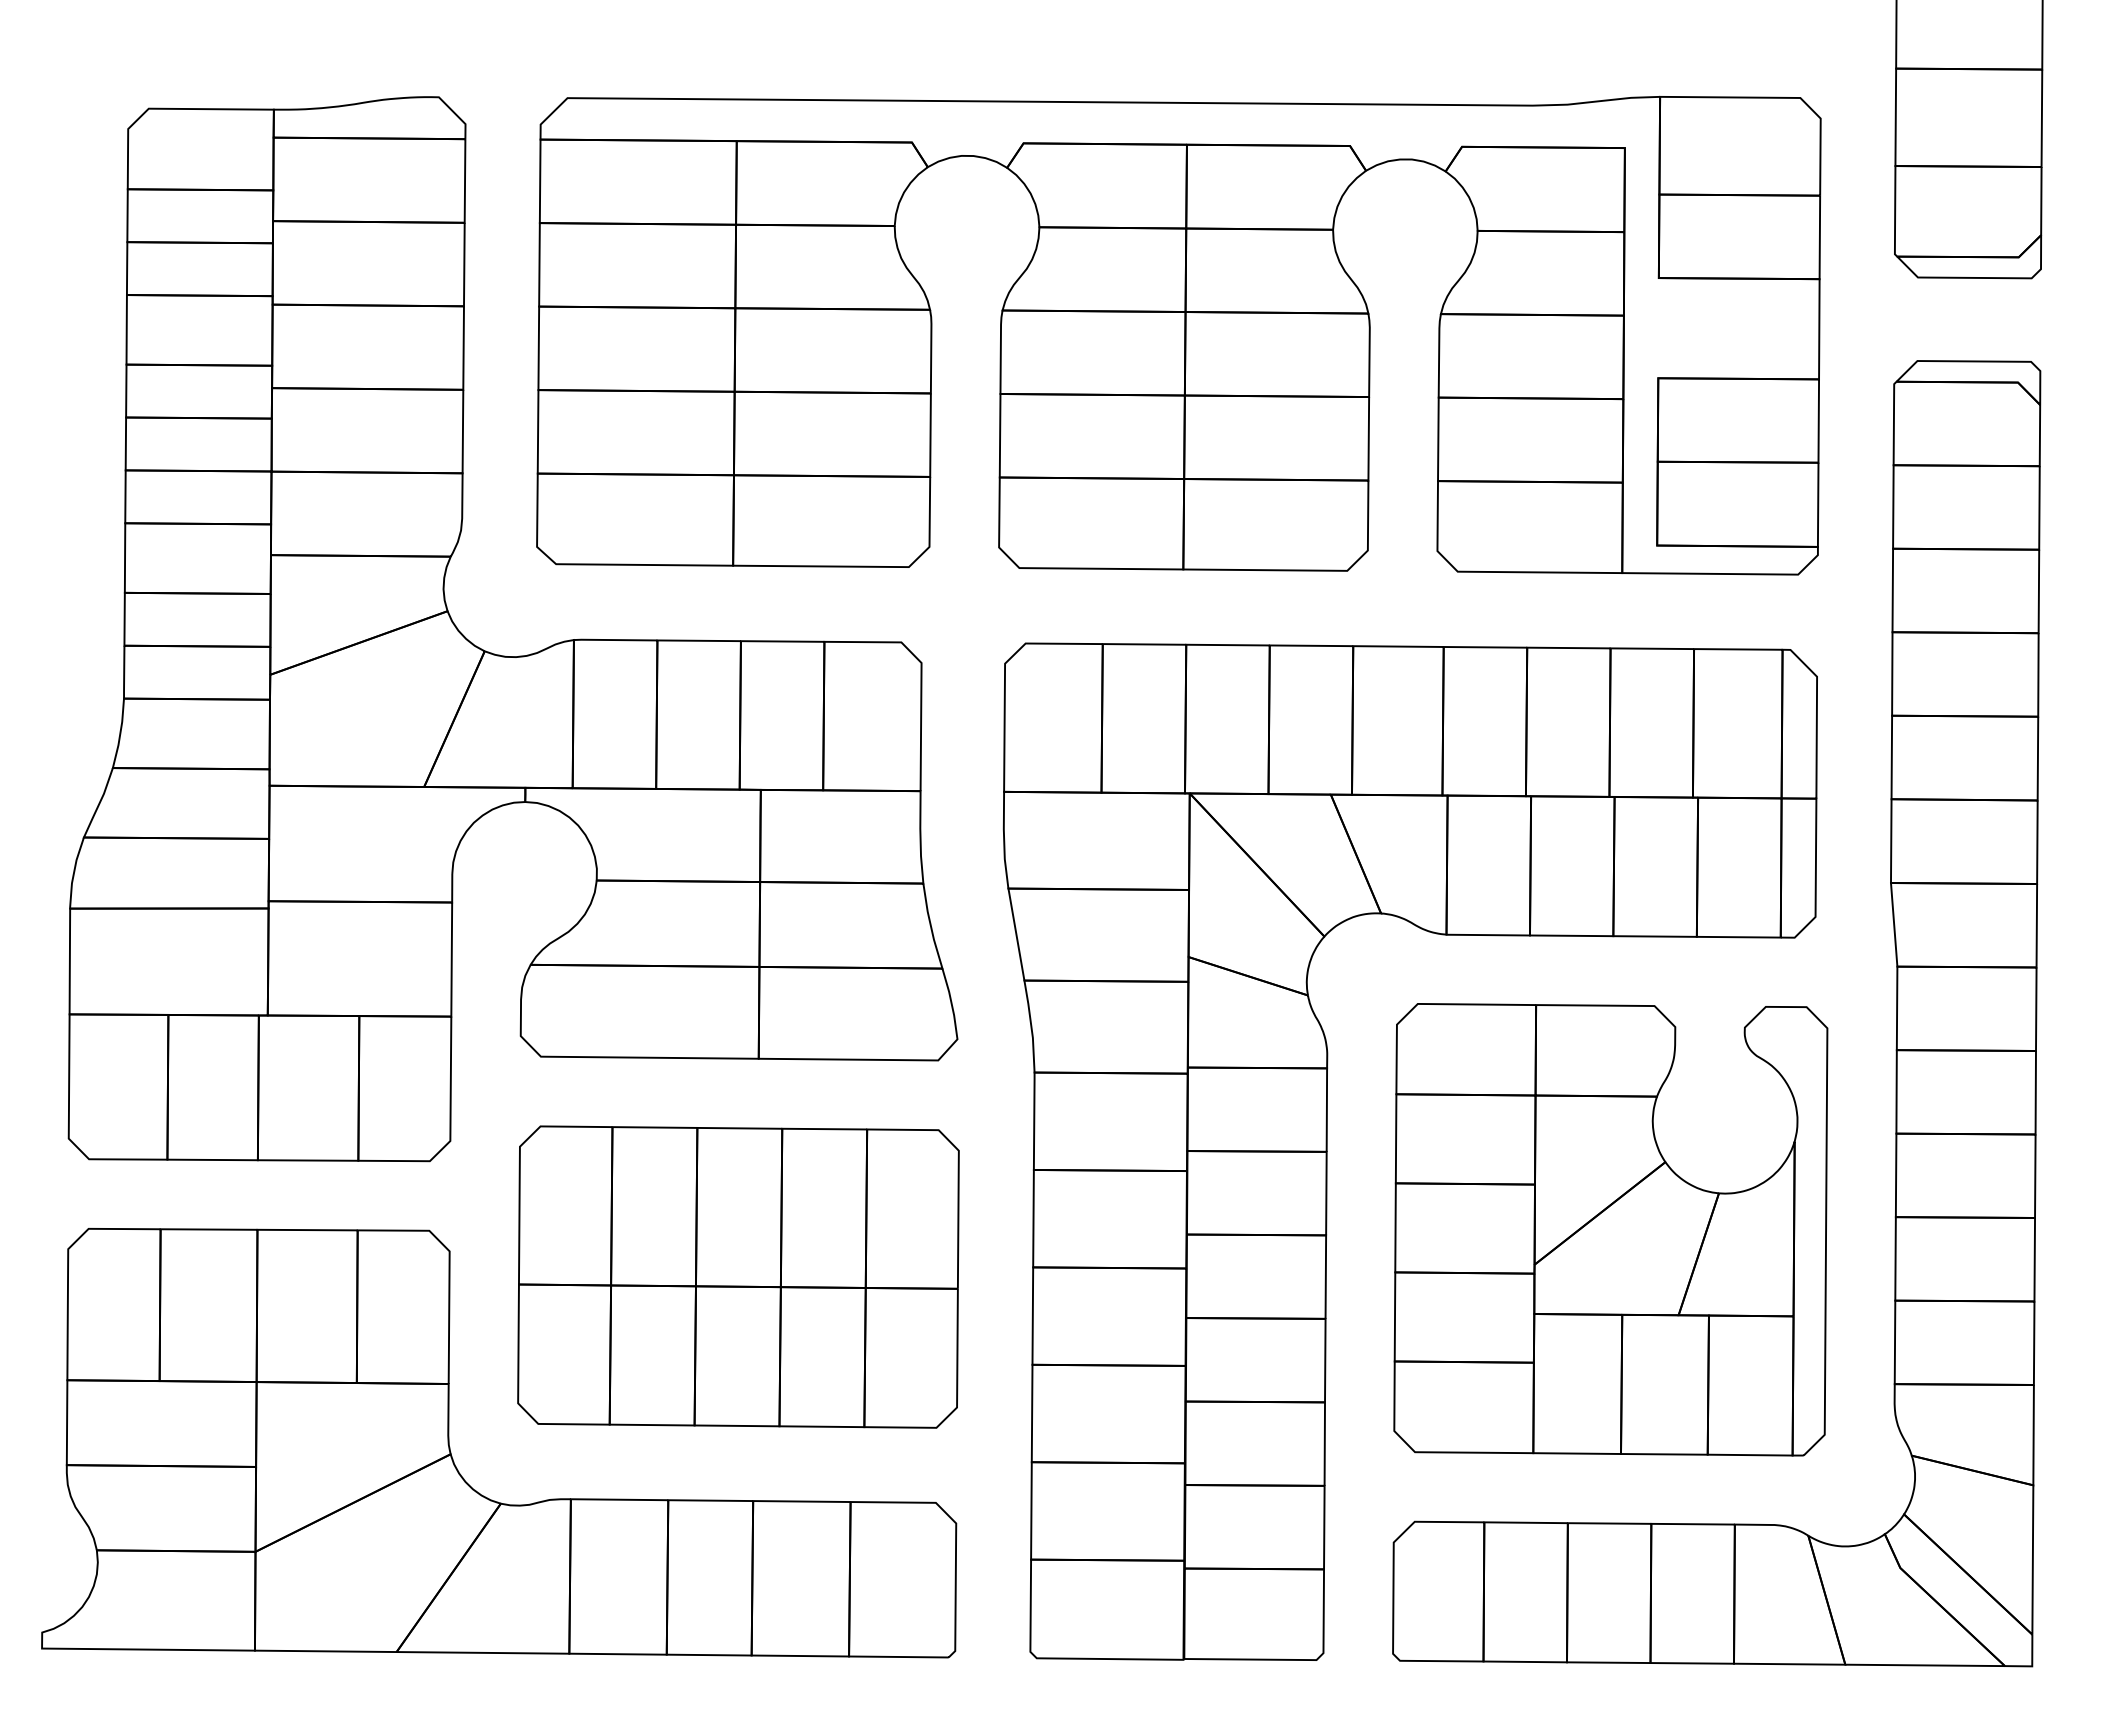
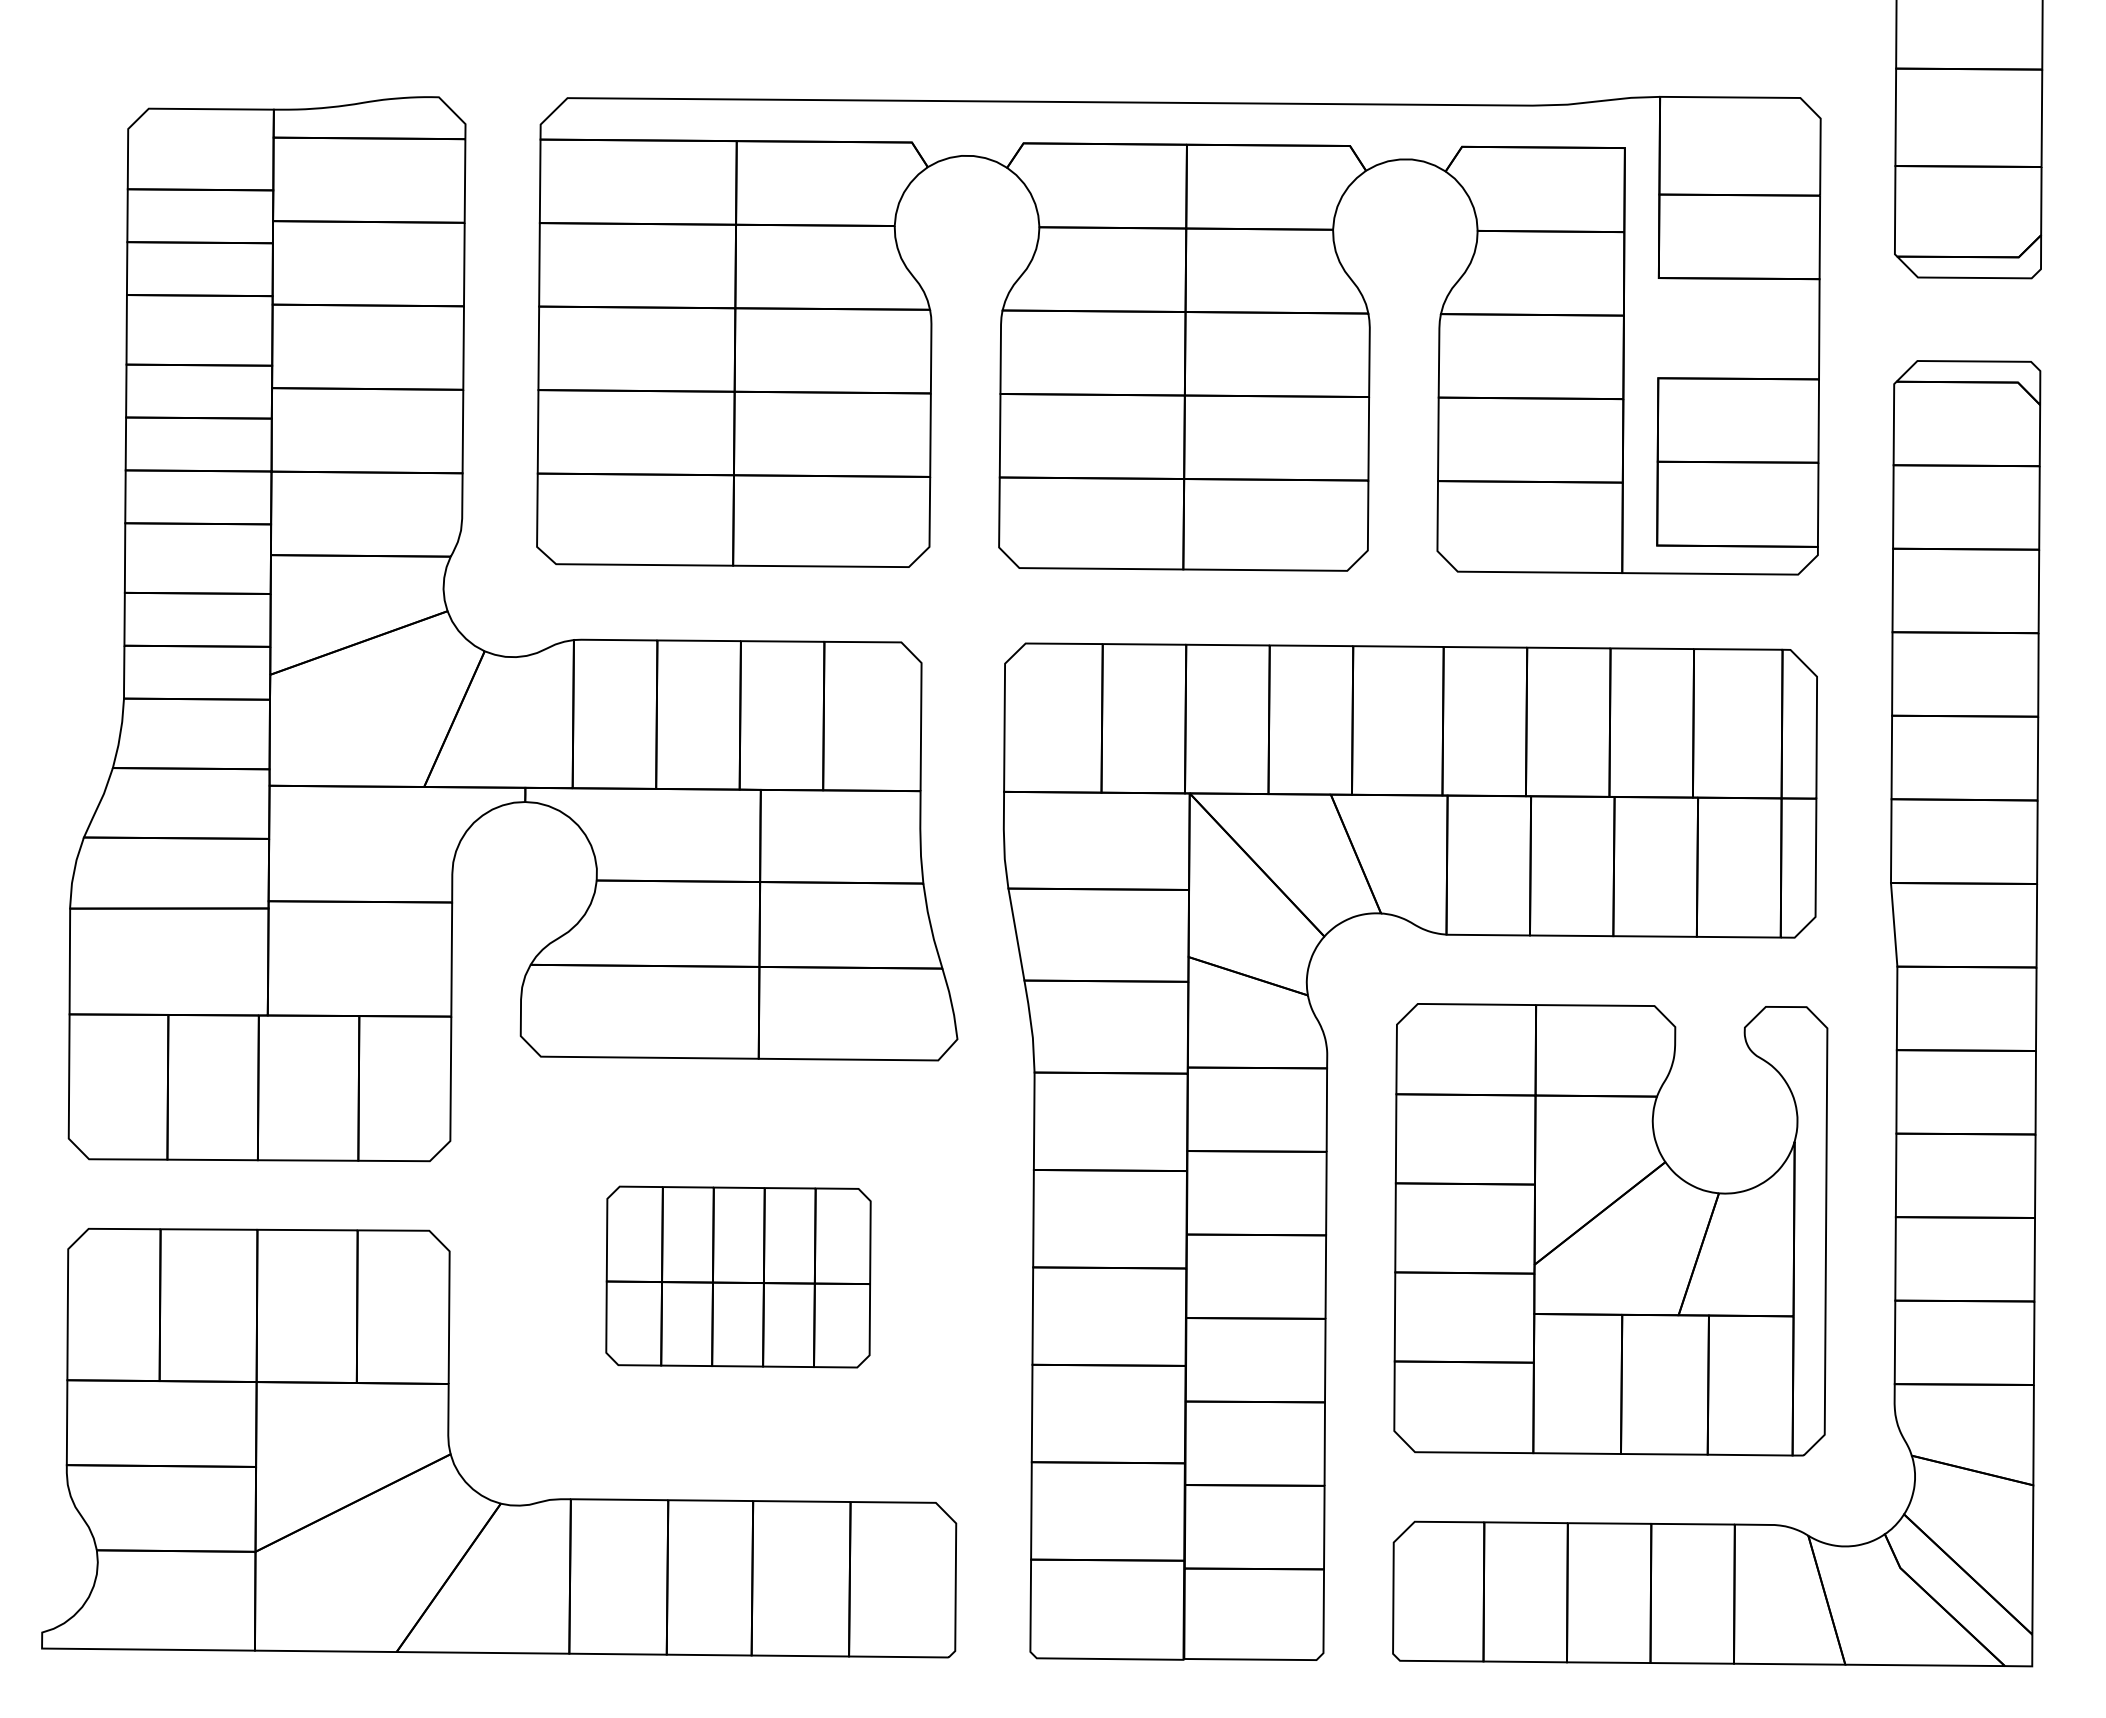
part at (738, 1276) size: 443x304 px -> 267x184 px
